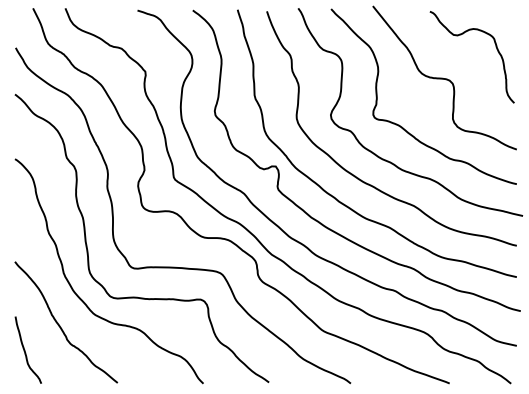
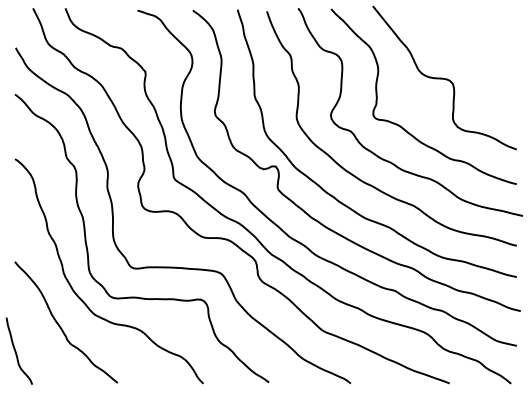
curve at (461, 35): present -> none
curve at (25, 349) position: (25, 349) -> (16, 350)
